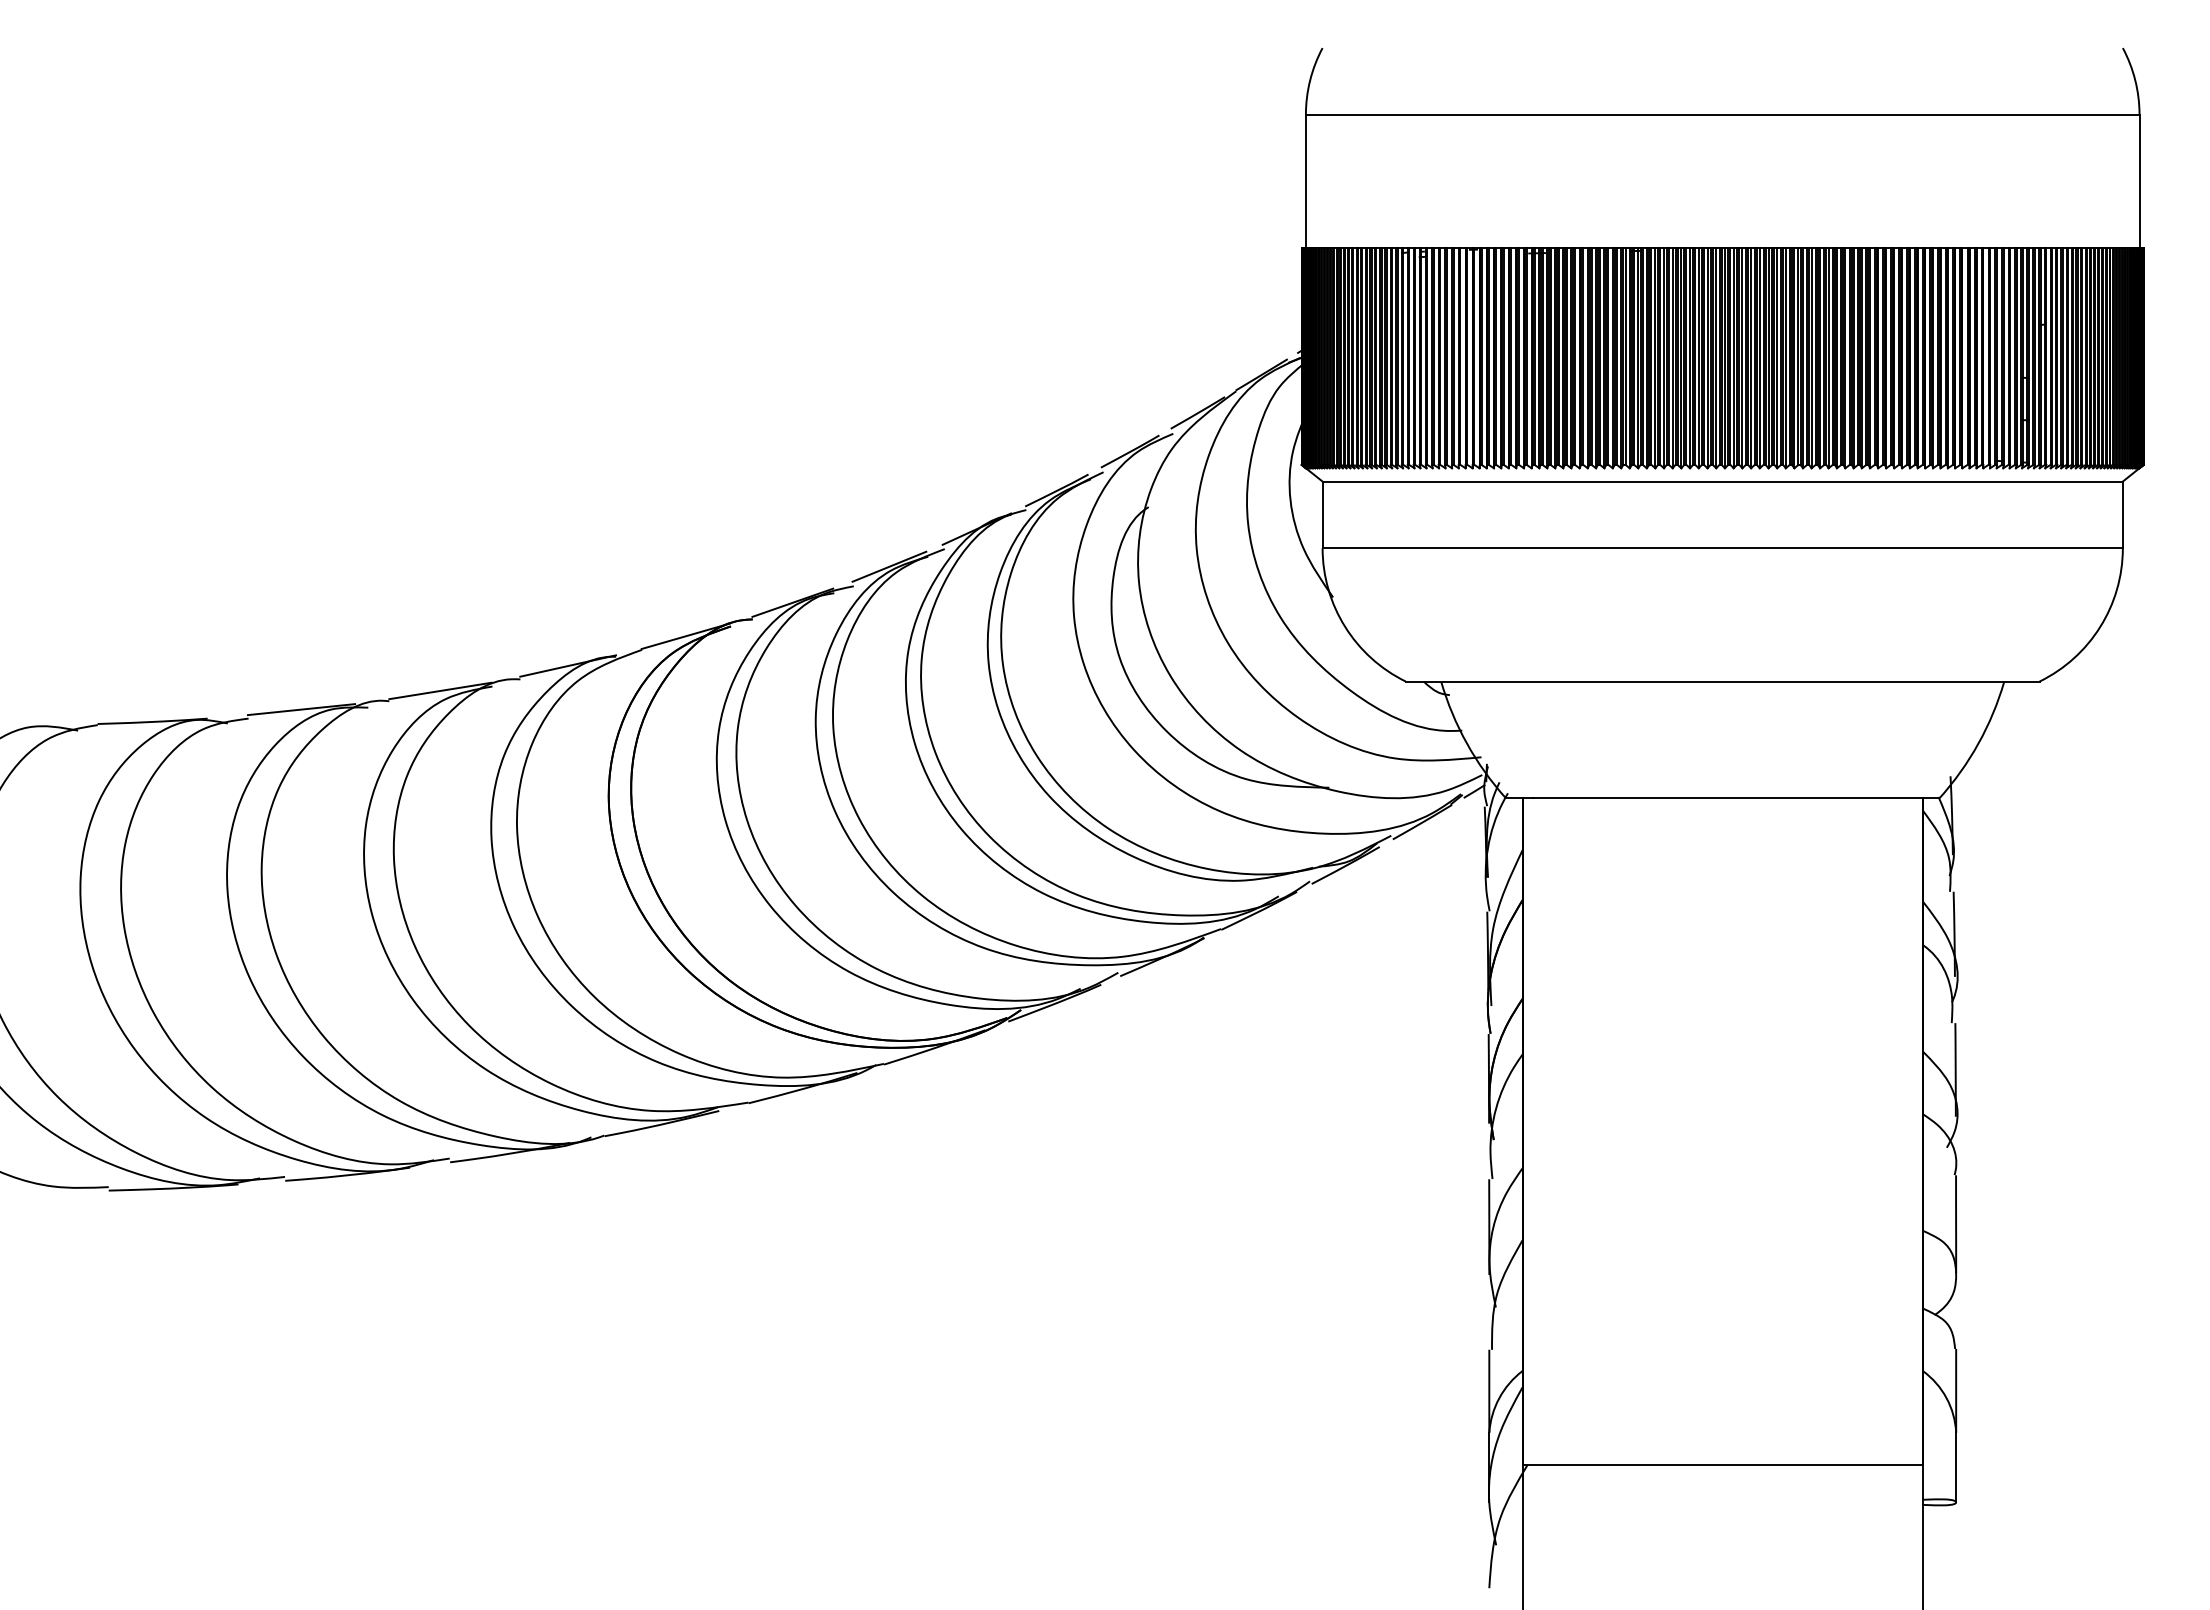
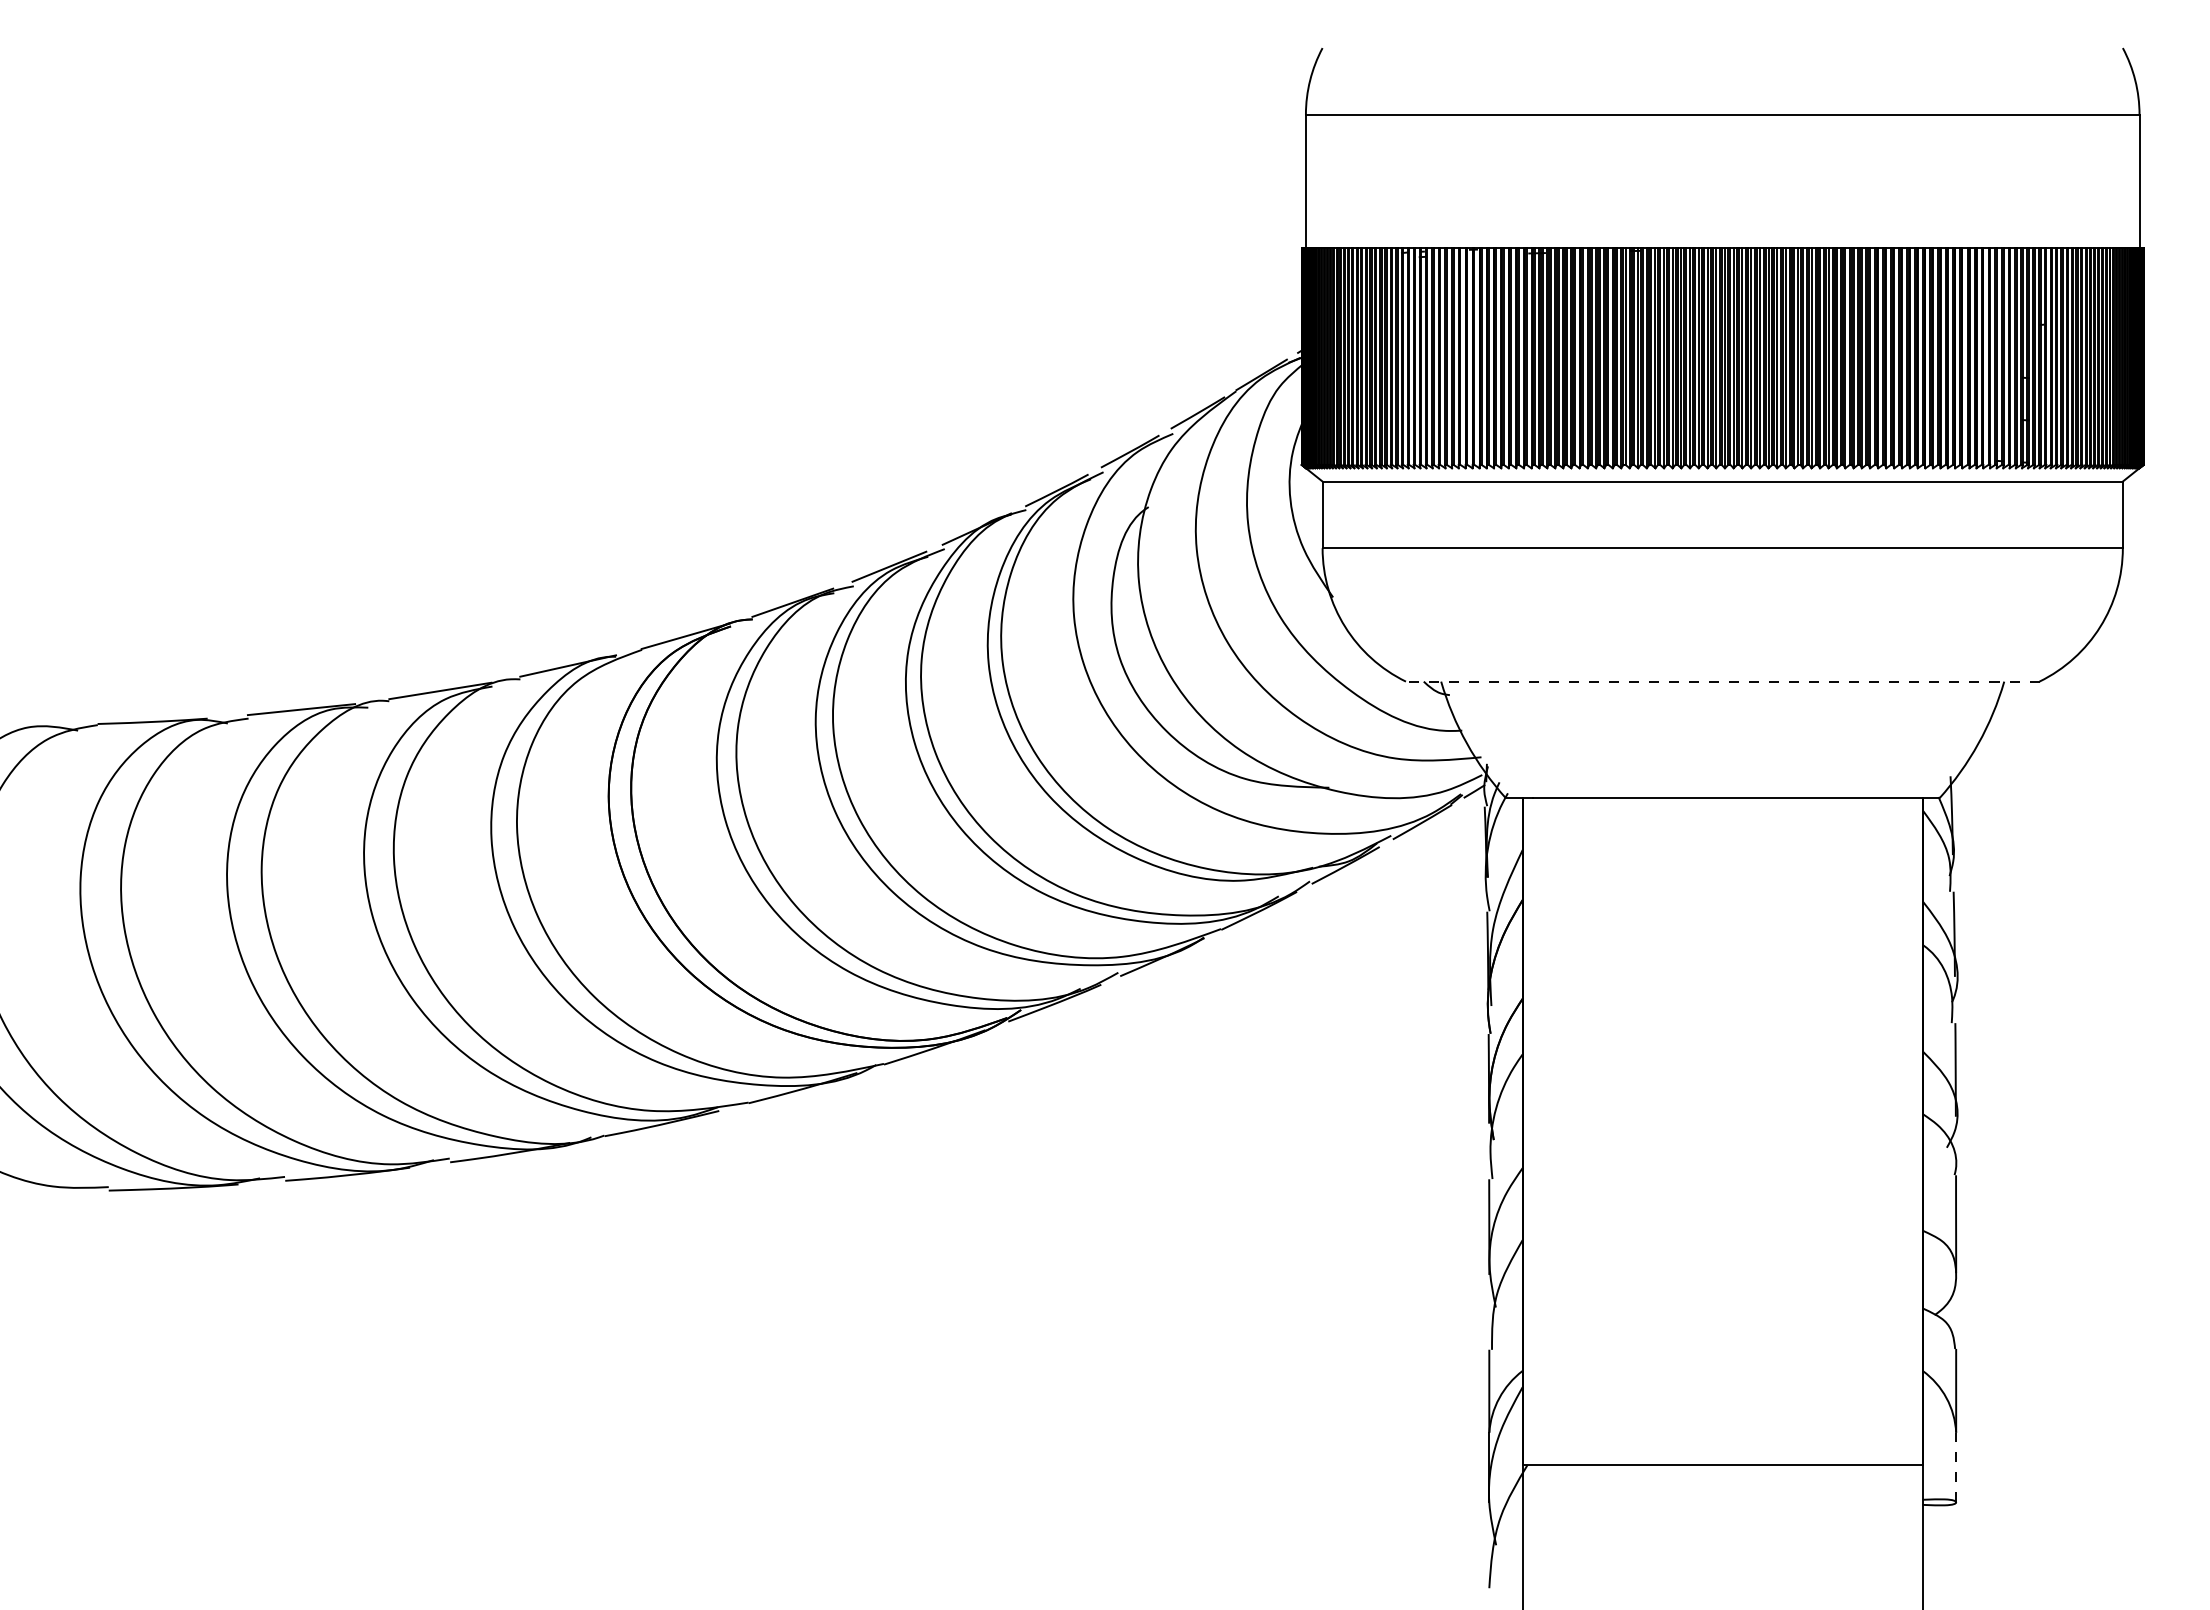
line at (1722, 681): solid -> dashed
line at (1956, 1467): solid -> dashed
